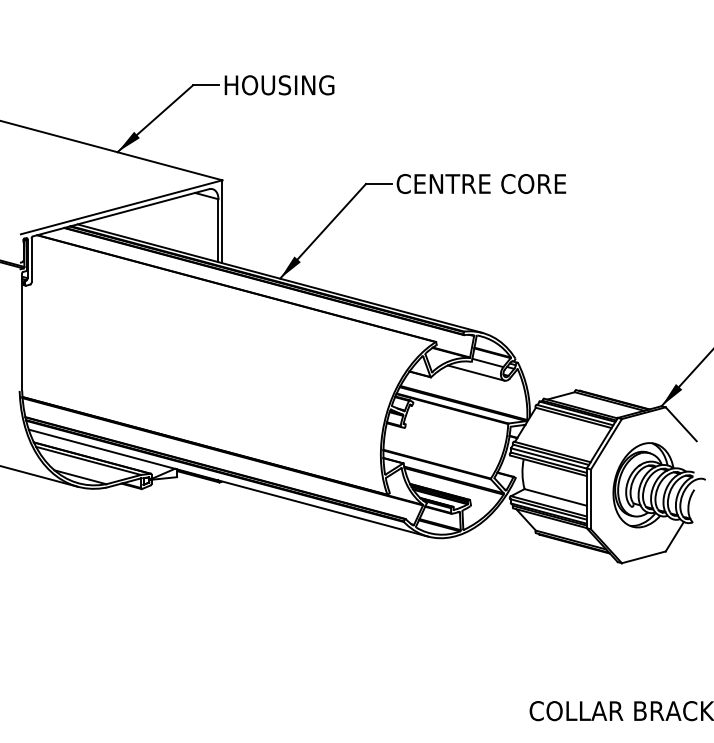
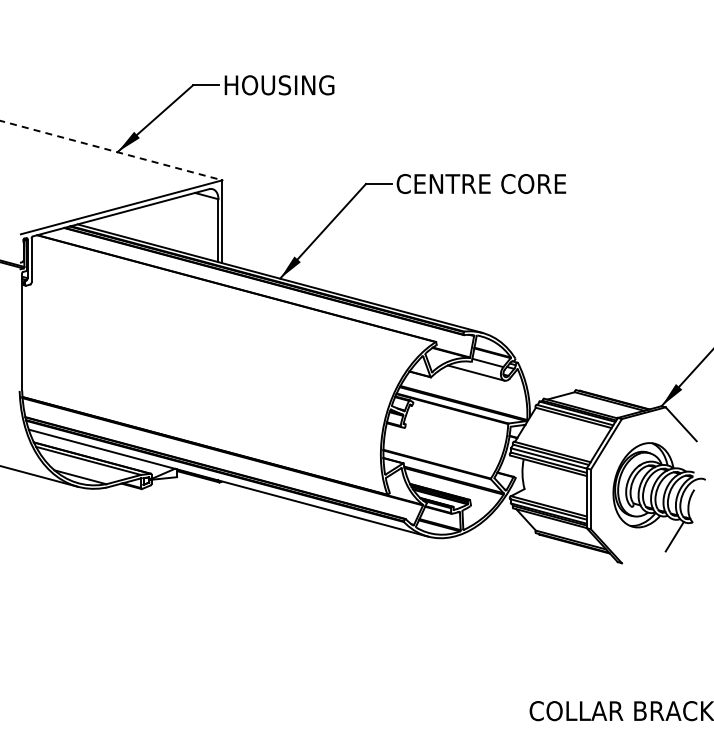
line at (111, 150): solid -> dashed
line at (555, 497): present -> none
line at (643, 557): present -> none
